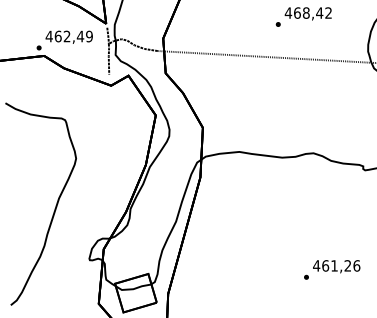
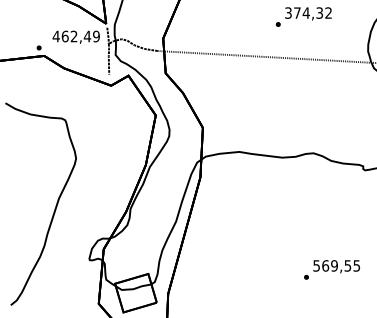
text at (303, 12): 468,42 -> 374,32
text at (68, 36) position: (68, 36) -> (75, 36)
text at (336, 265): 461,26 -> 569,55
